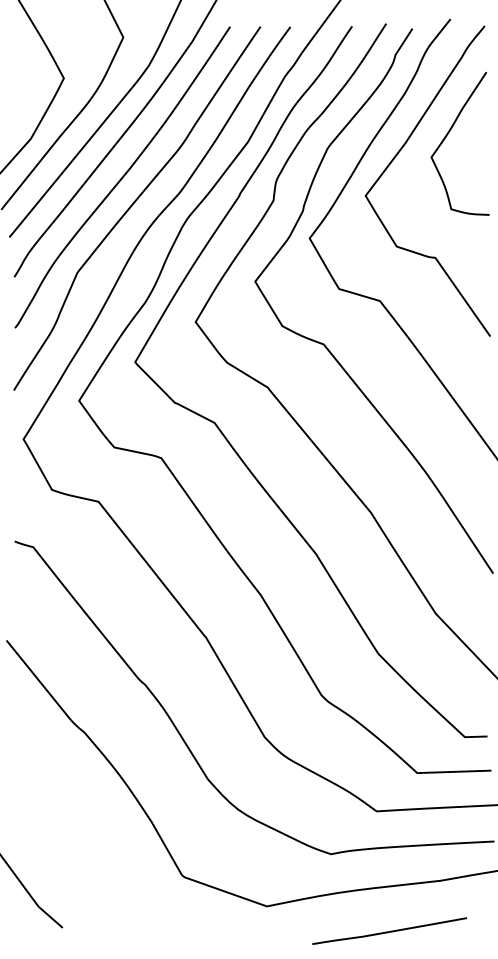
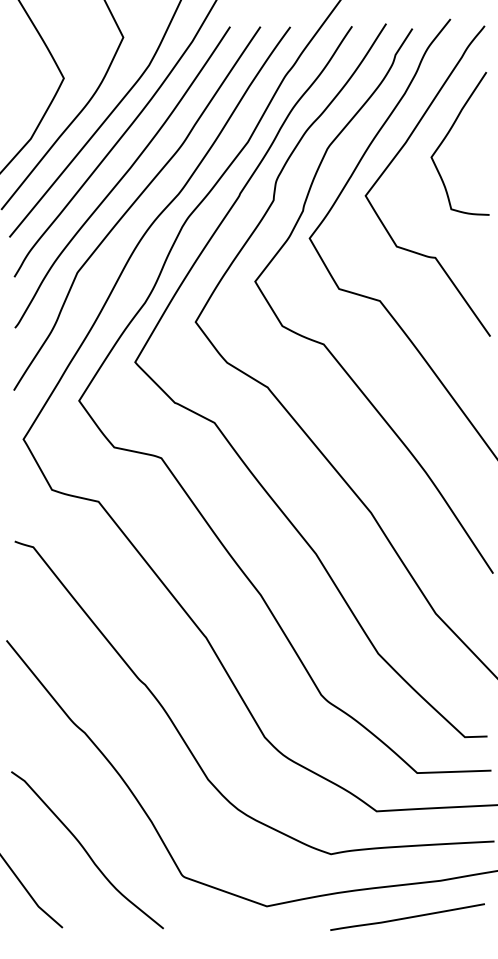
curve at (86, 850): none -> present
curve at (390, 930) position: (390, 930) -> (408, 916)
